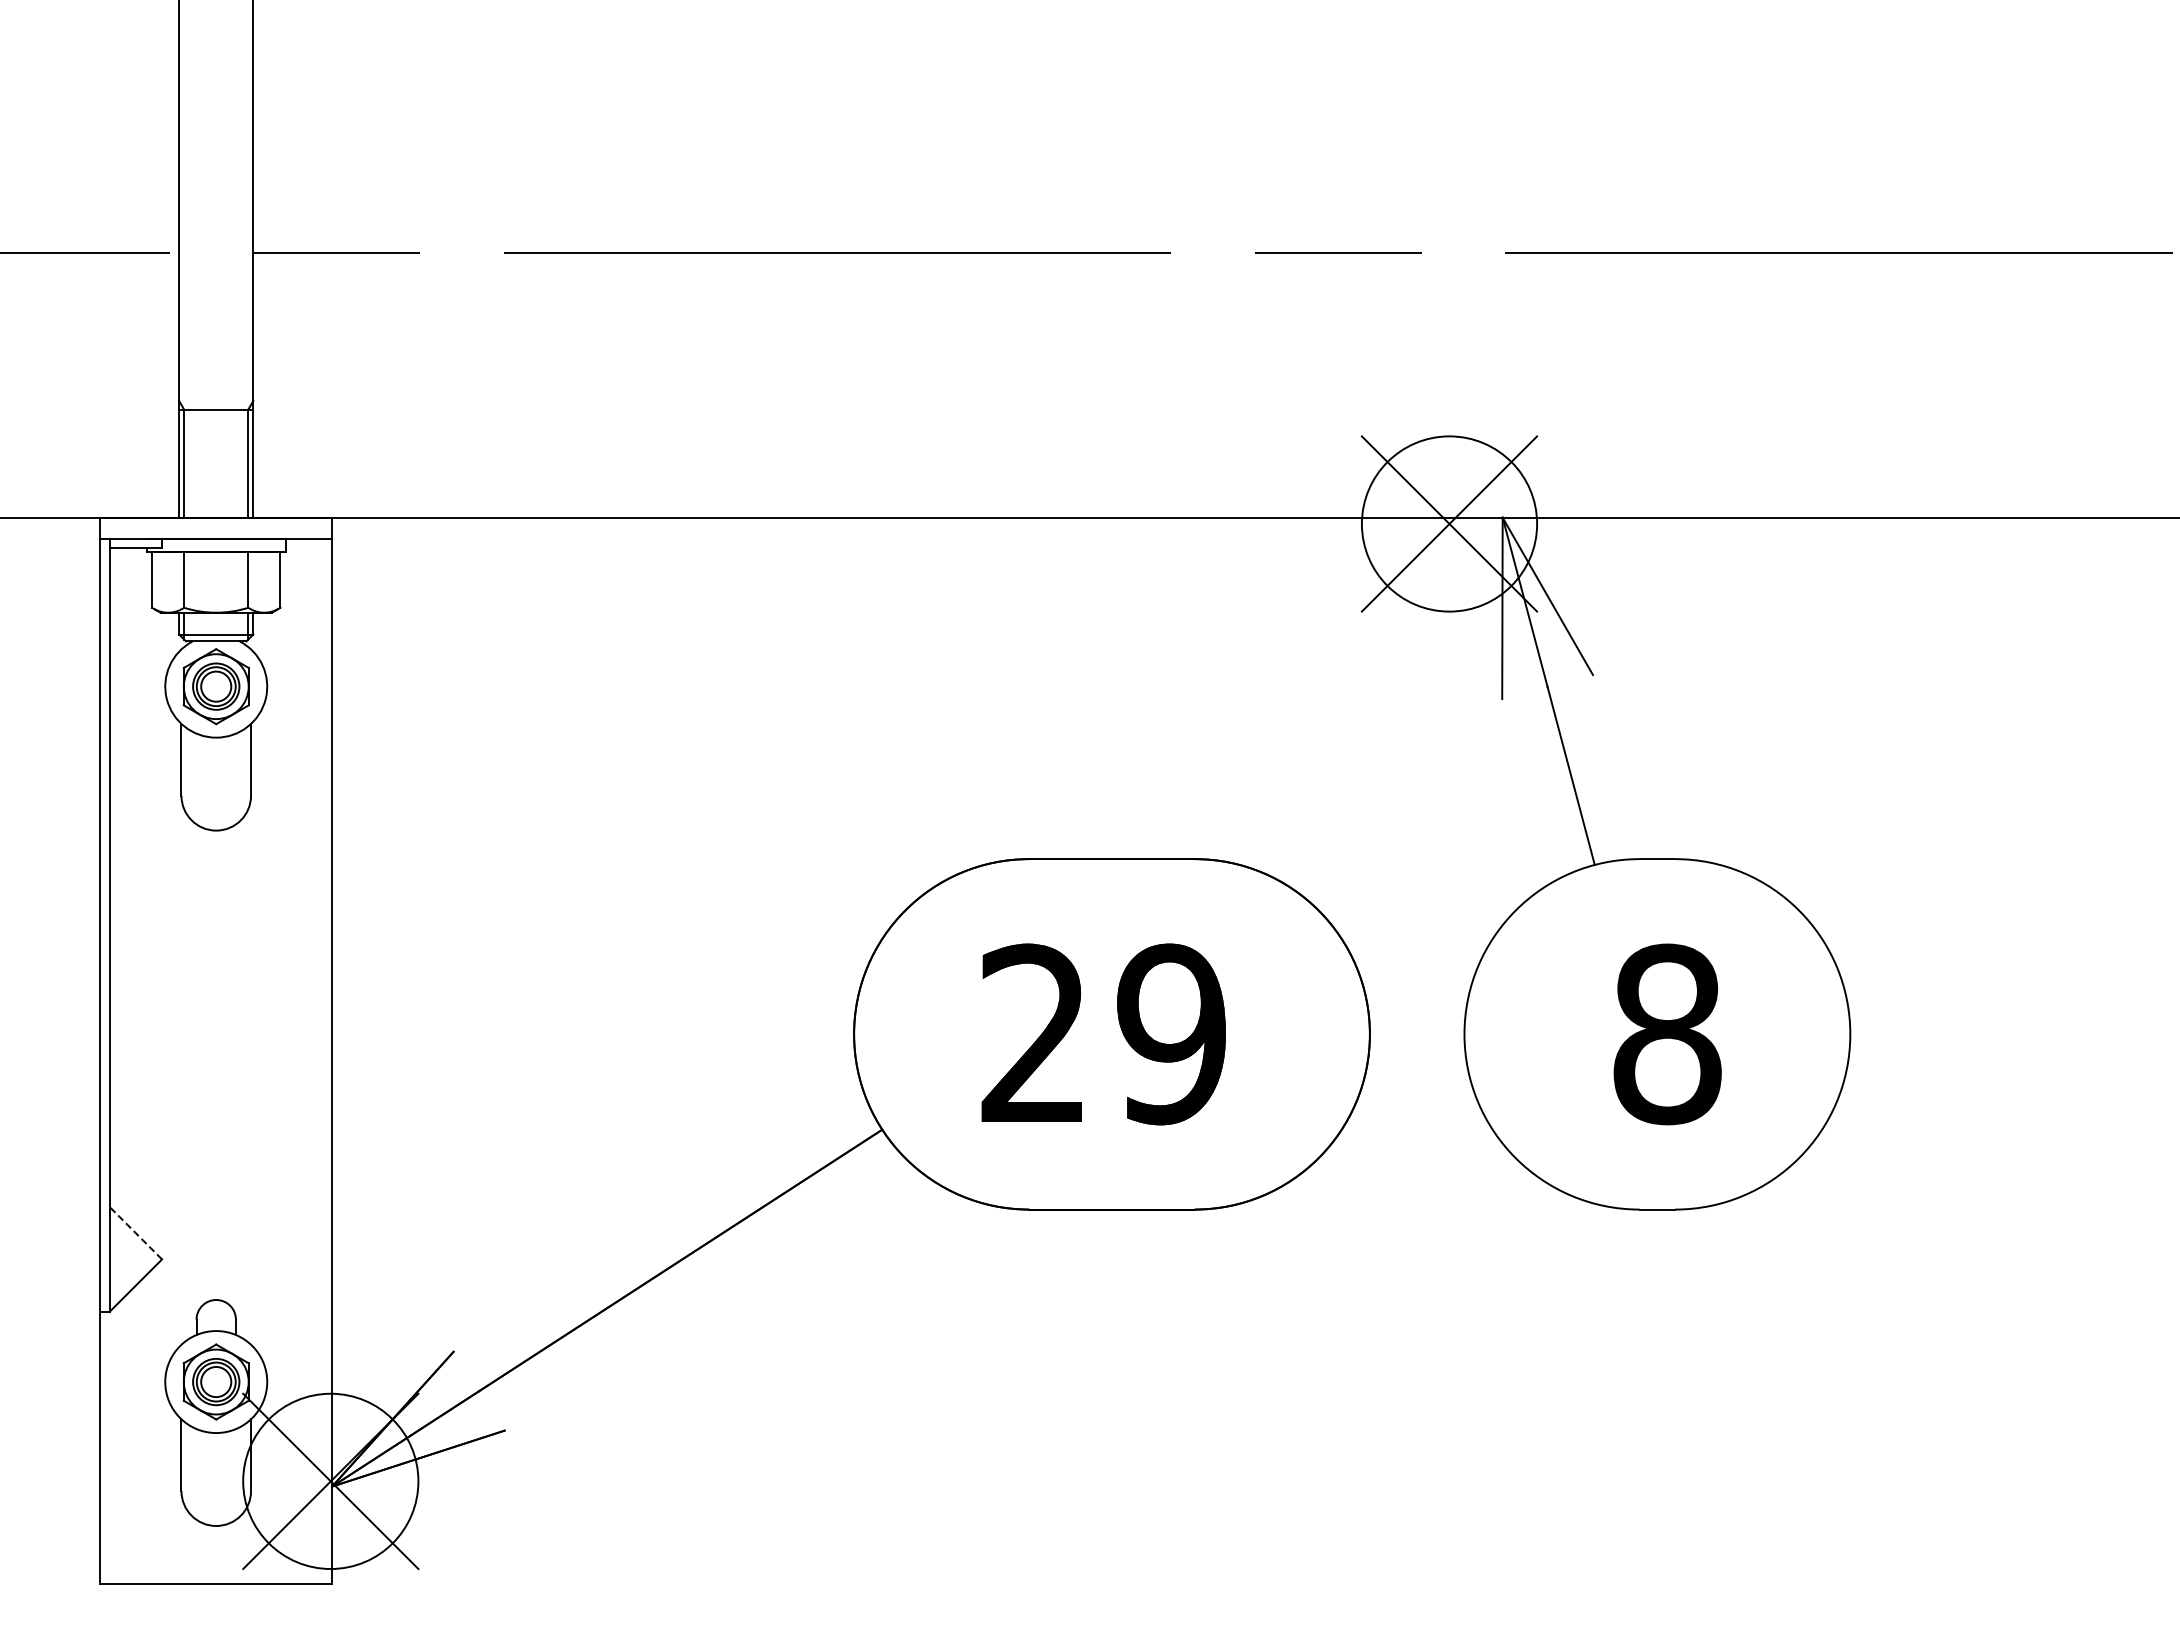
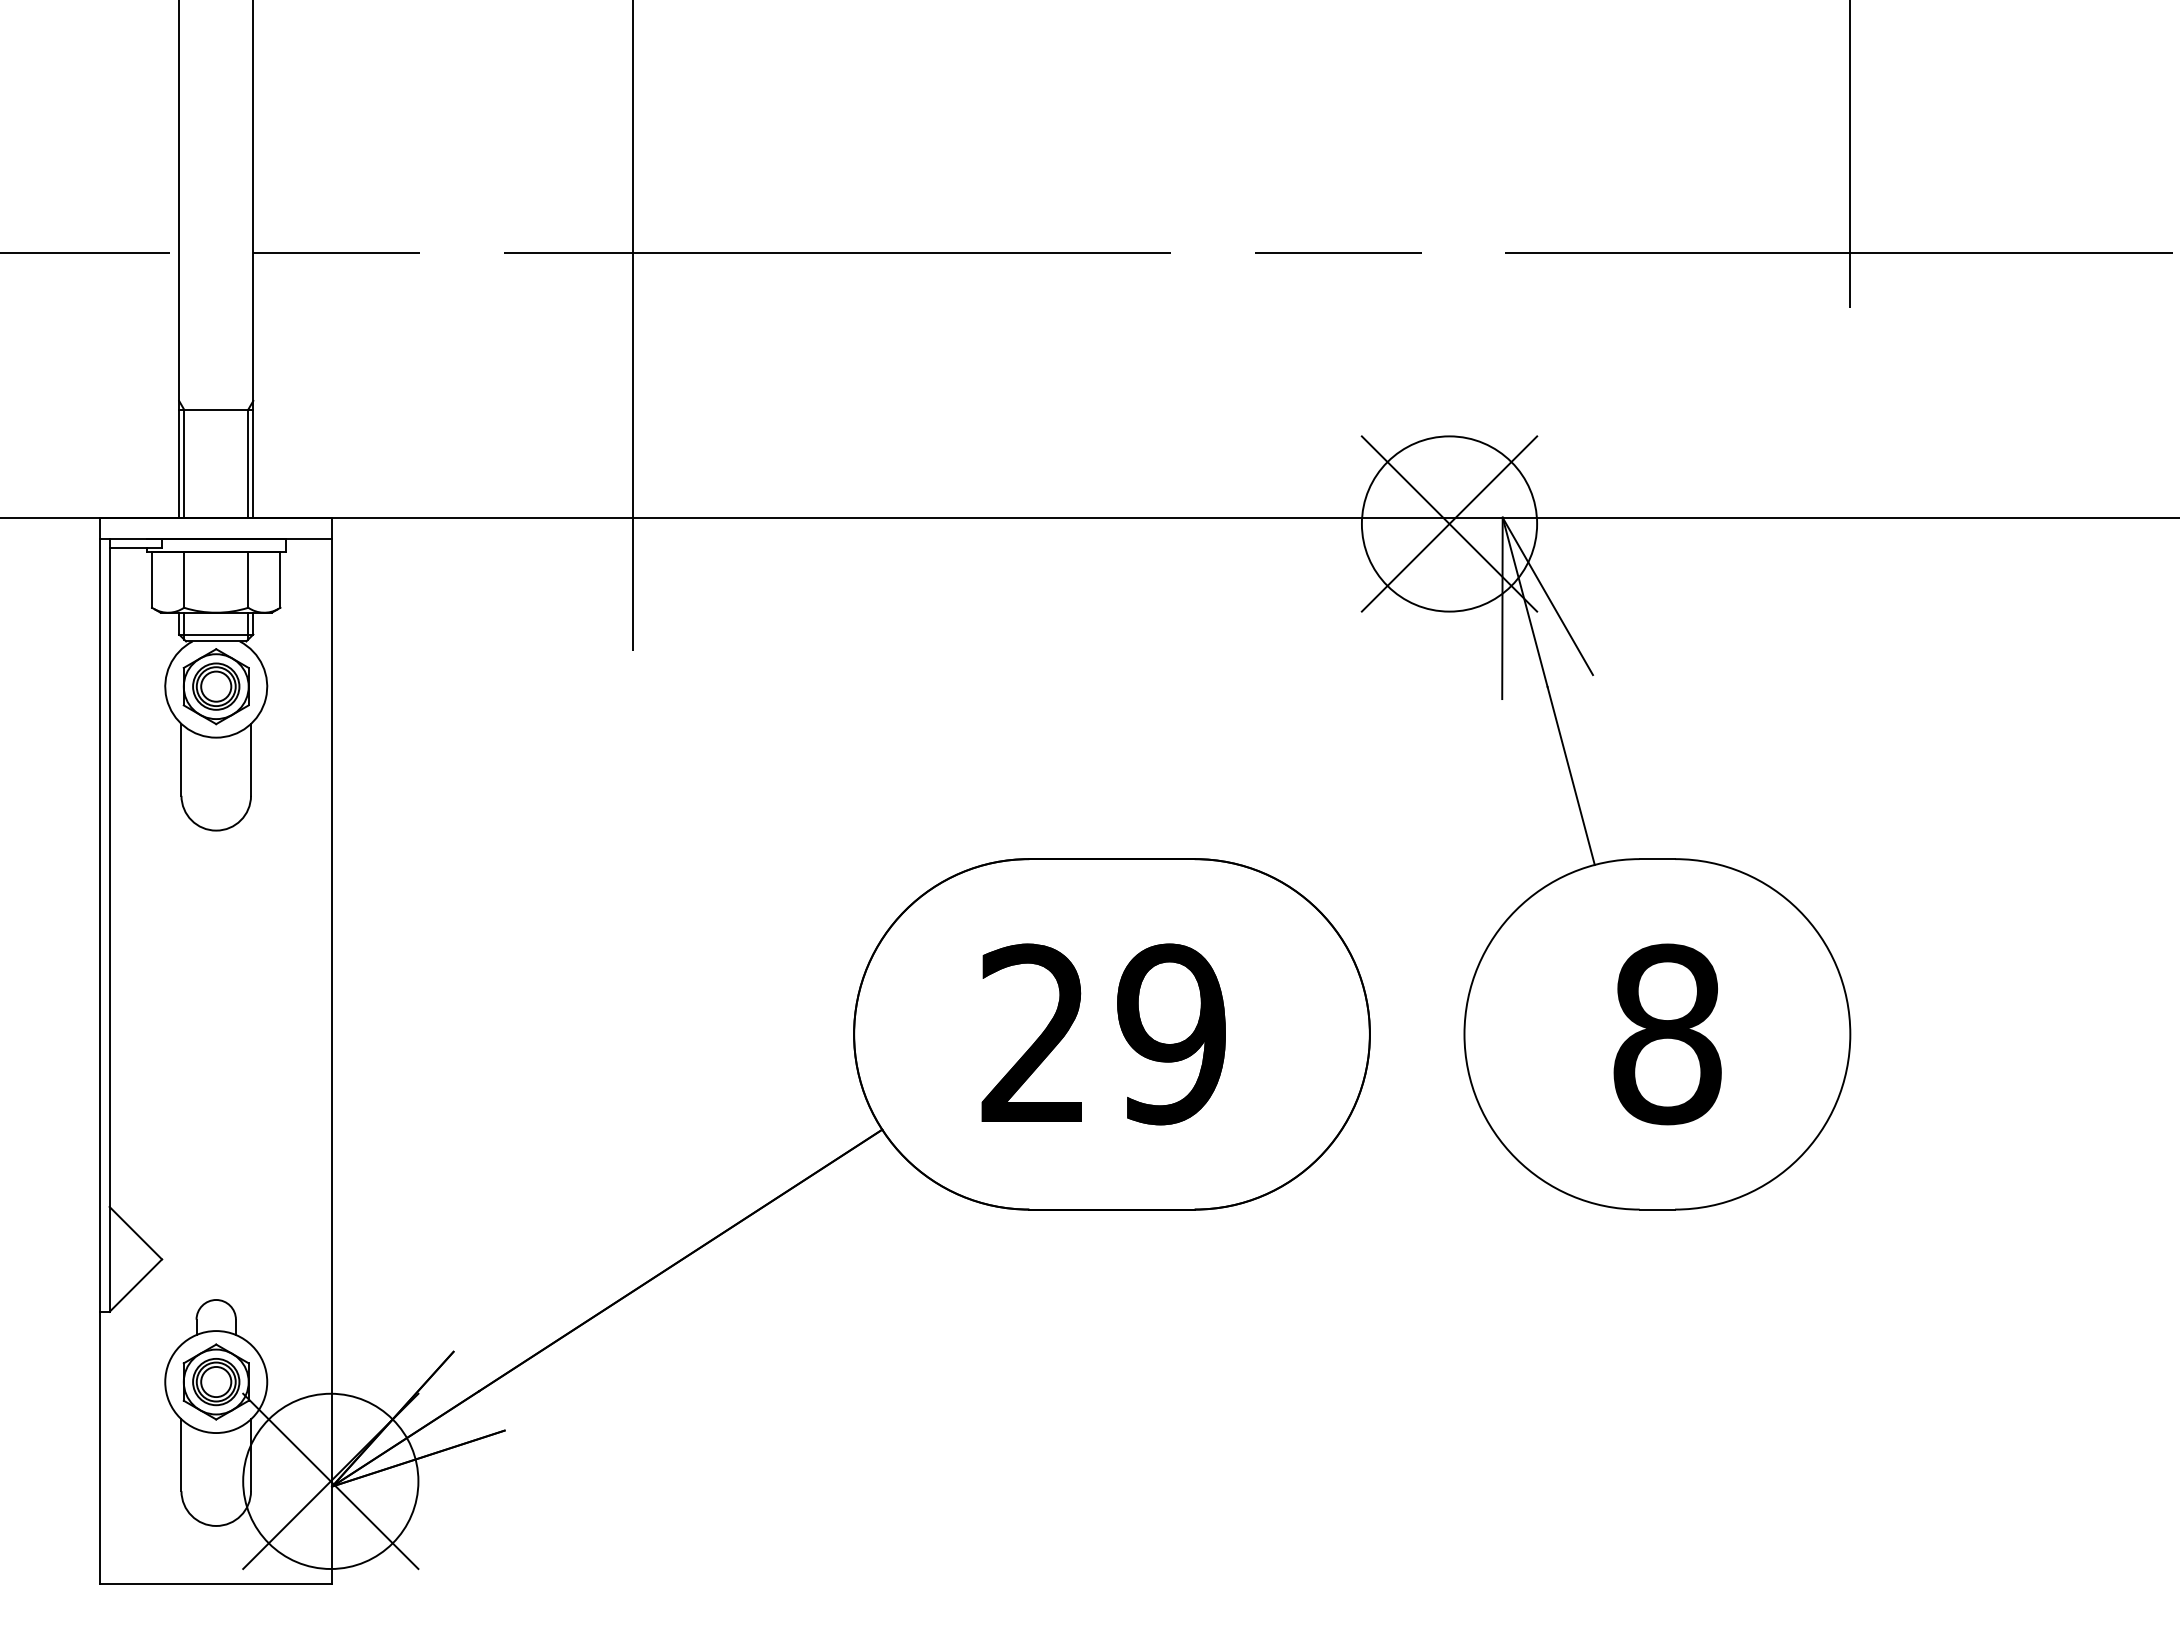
line at (1850, 155): none -> present
line at (633, 326): none -> present
line at (135, 1232): dashed -> solid
